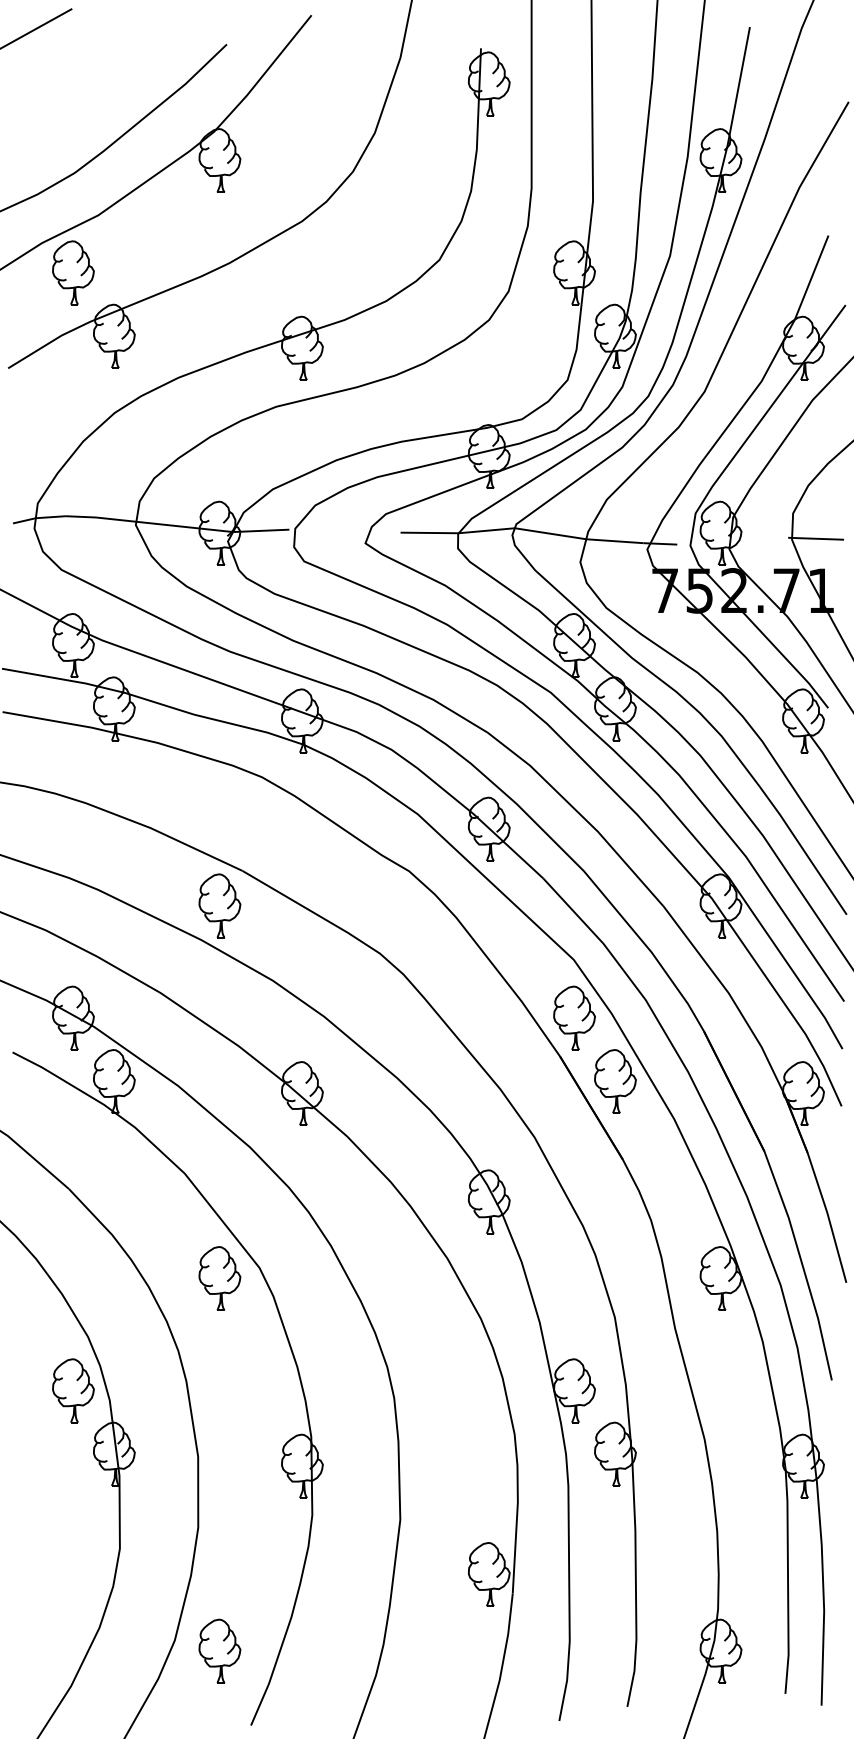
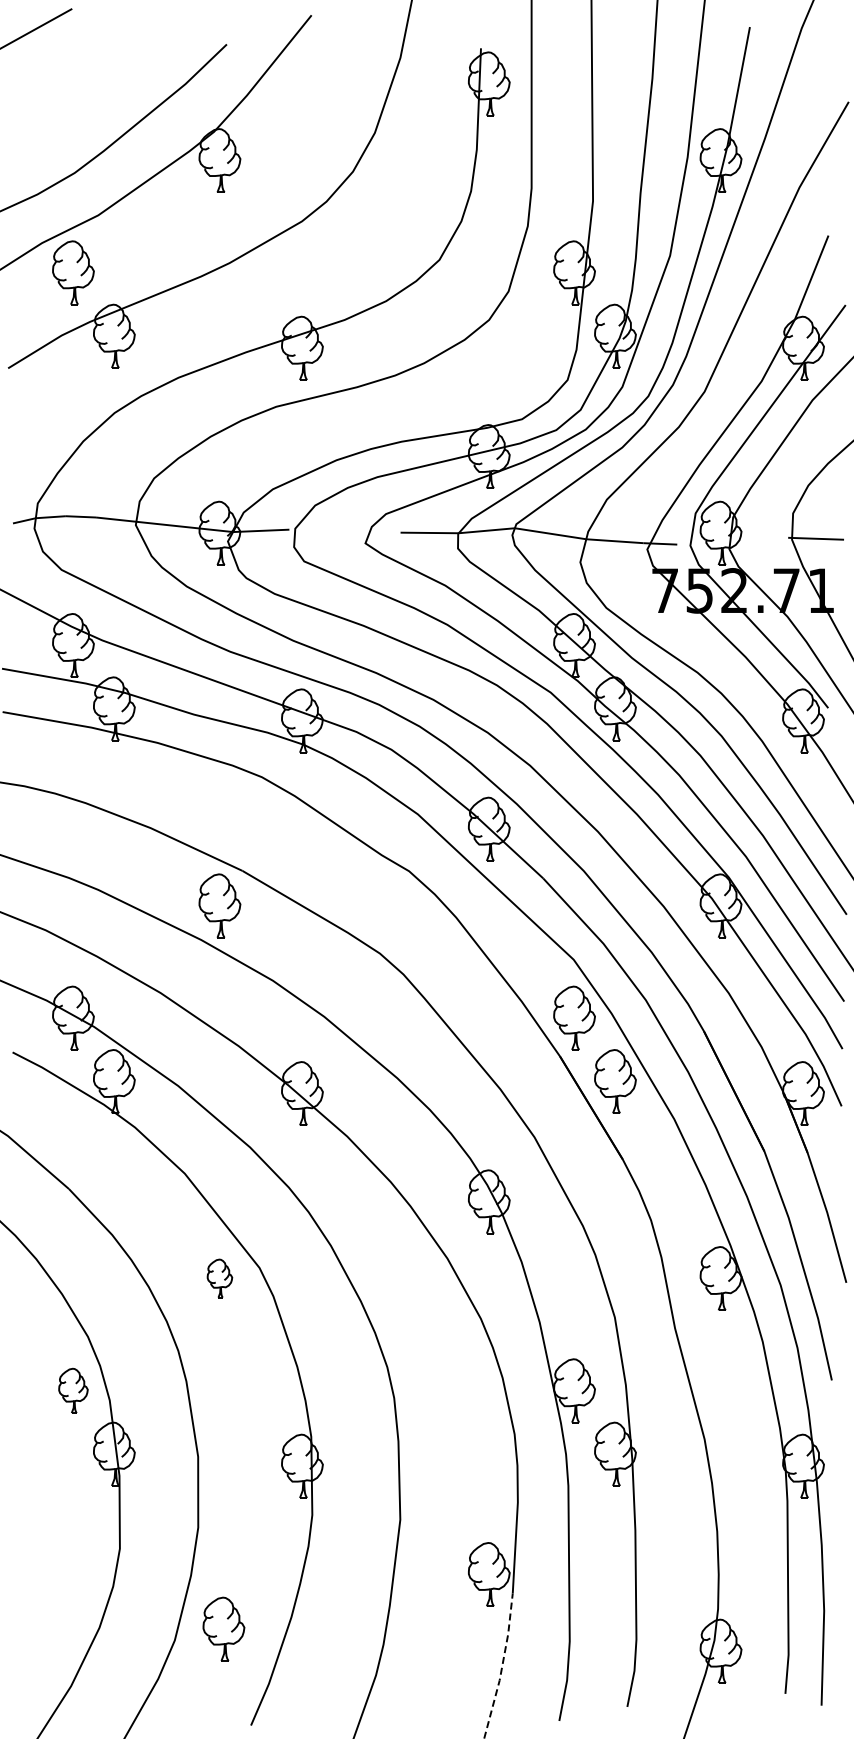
part at (219, 1278) size: 44x65 px -> 28x41 px
part at (73, 1390) size: 43x66 px -> 31x47 px
part at (219, 1650) position: (219, 1650) -> (223, 1628)
line at (502, 1665): solid -> dashed
